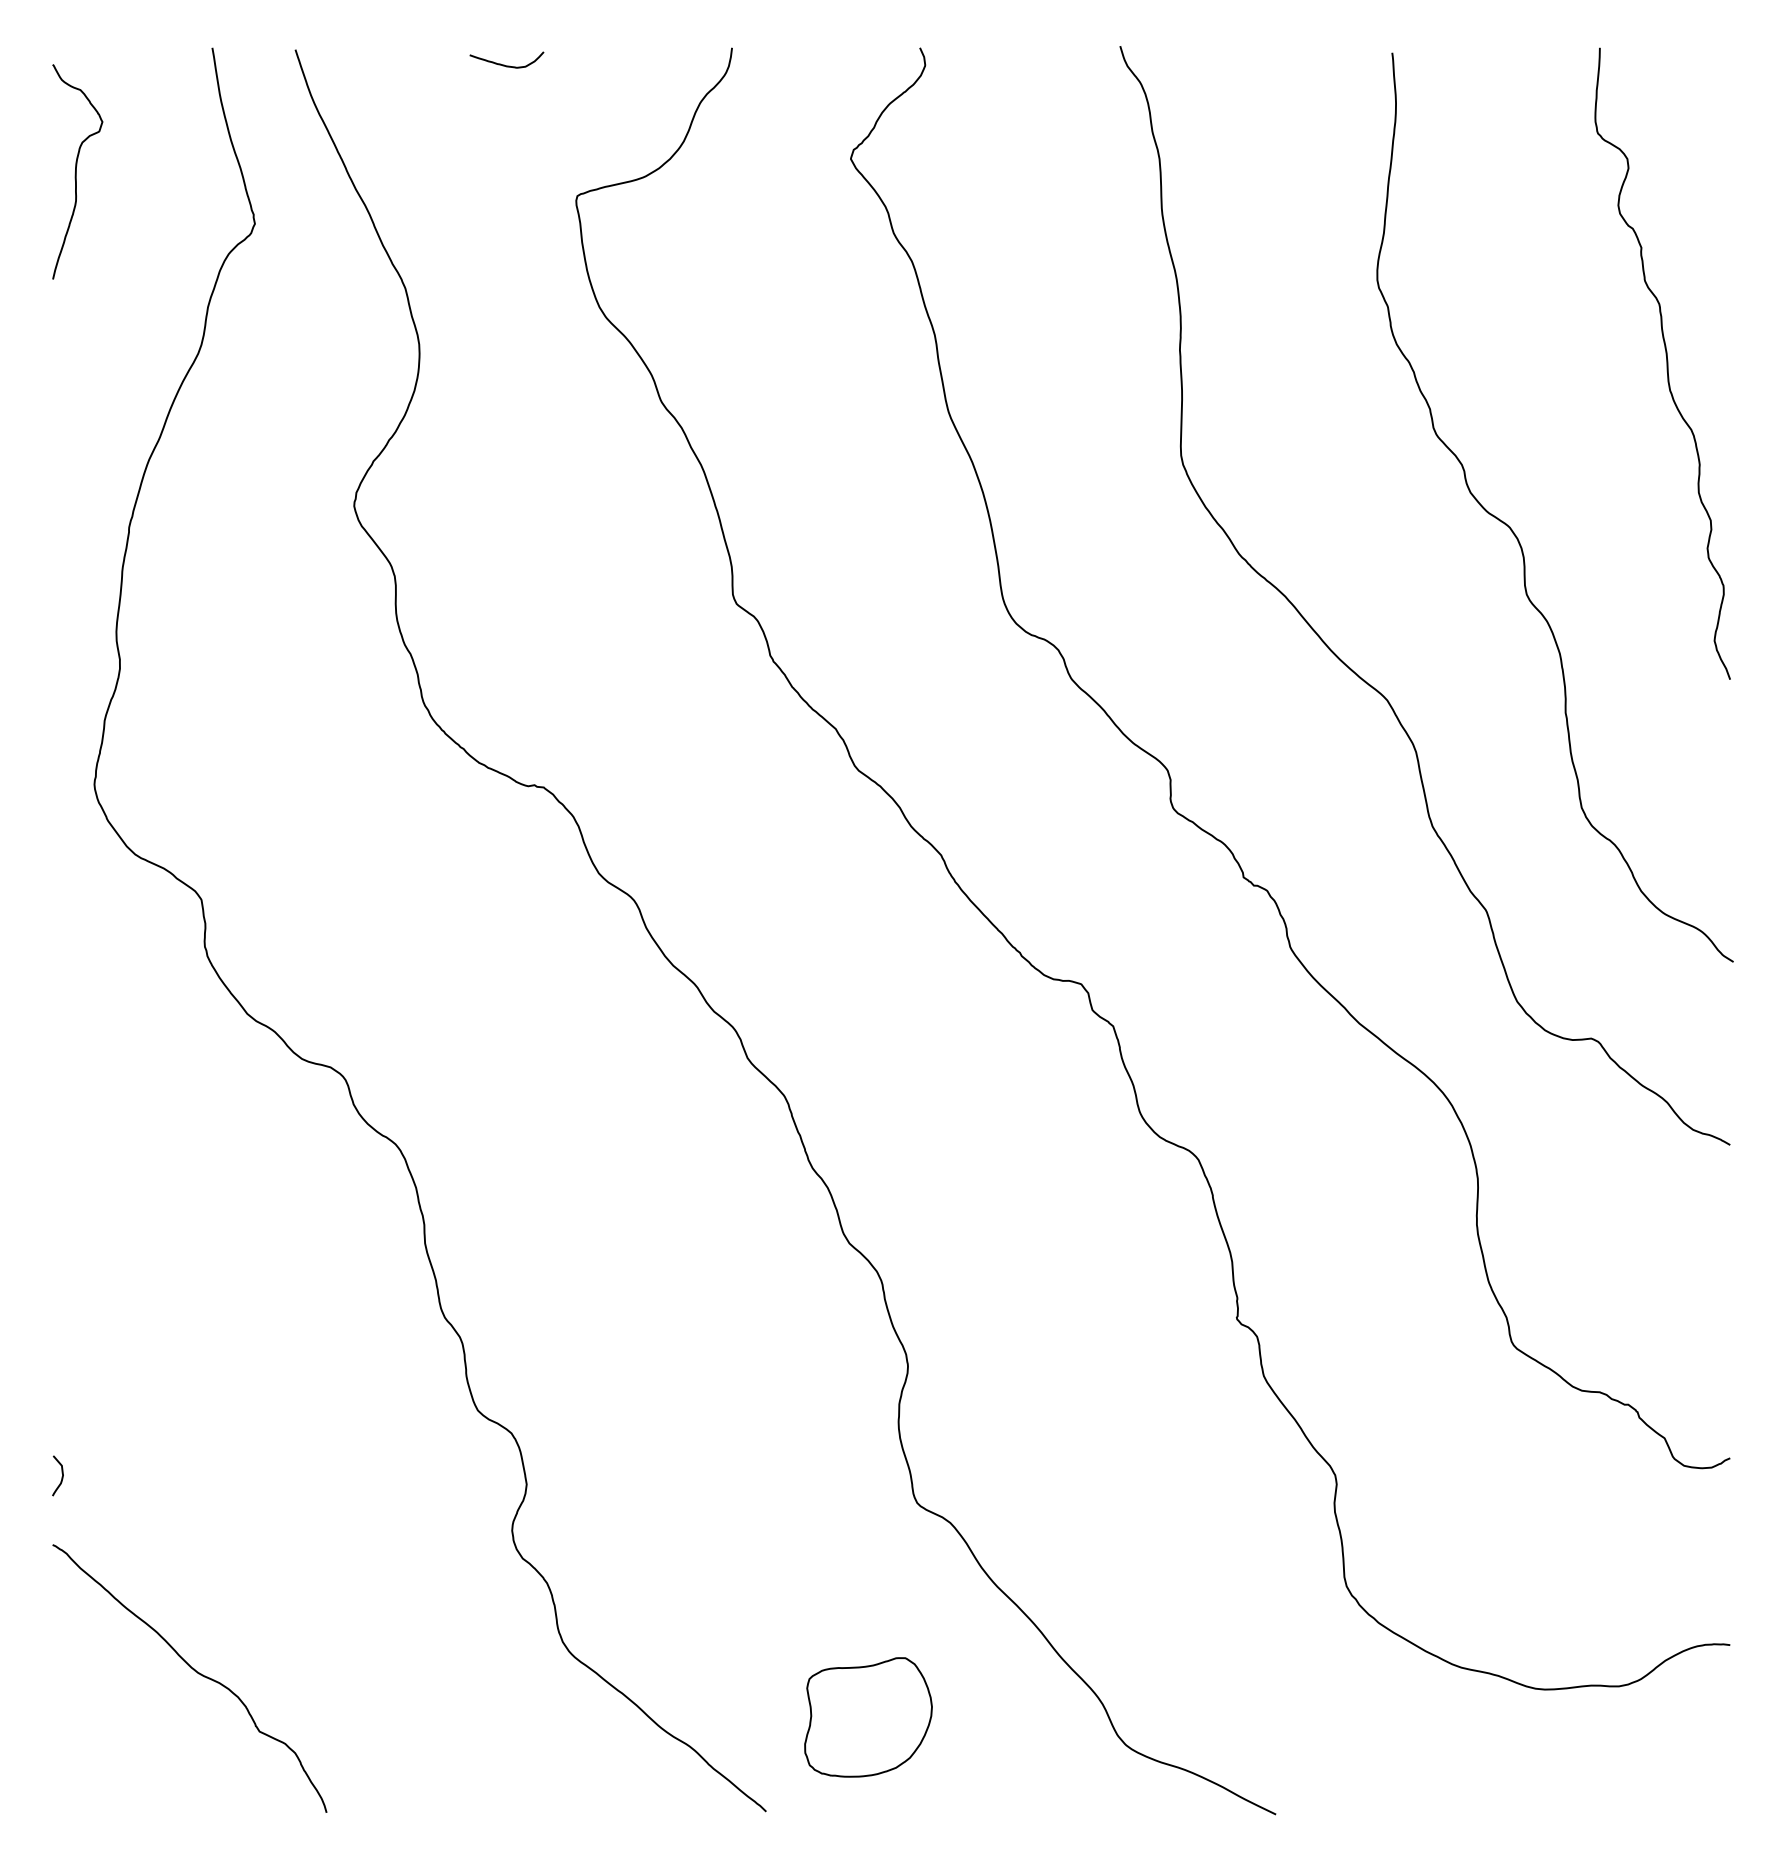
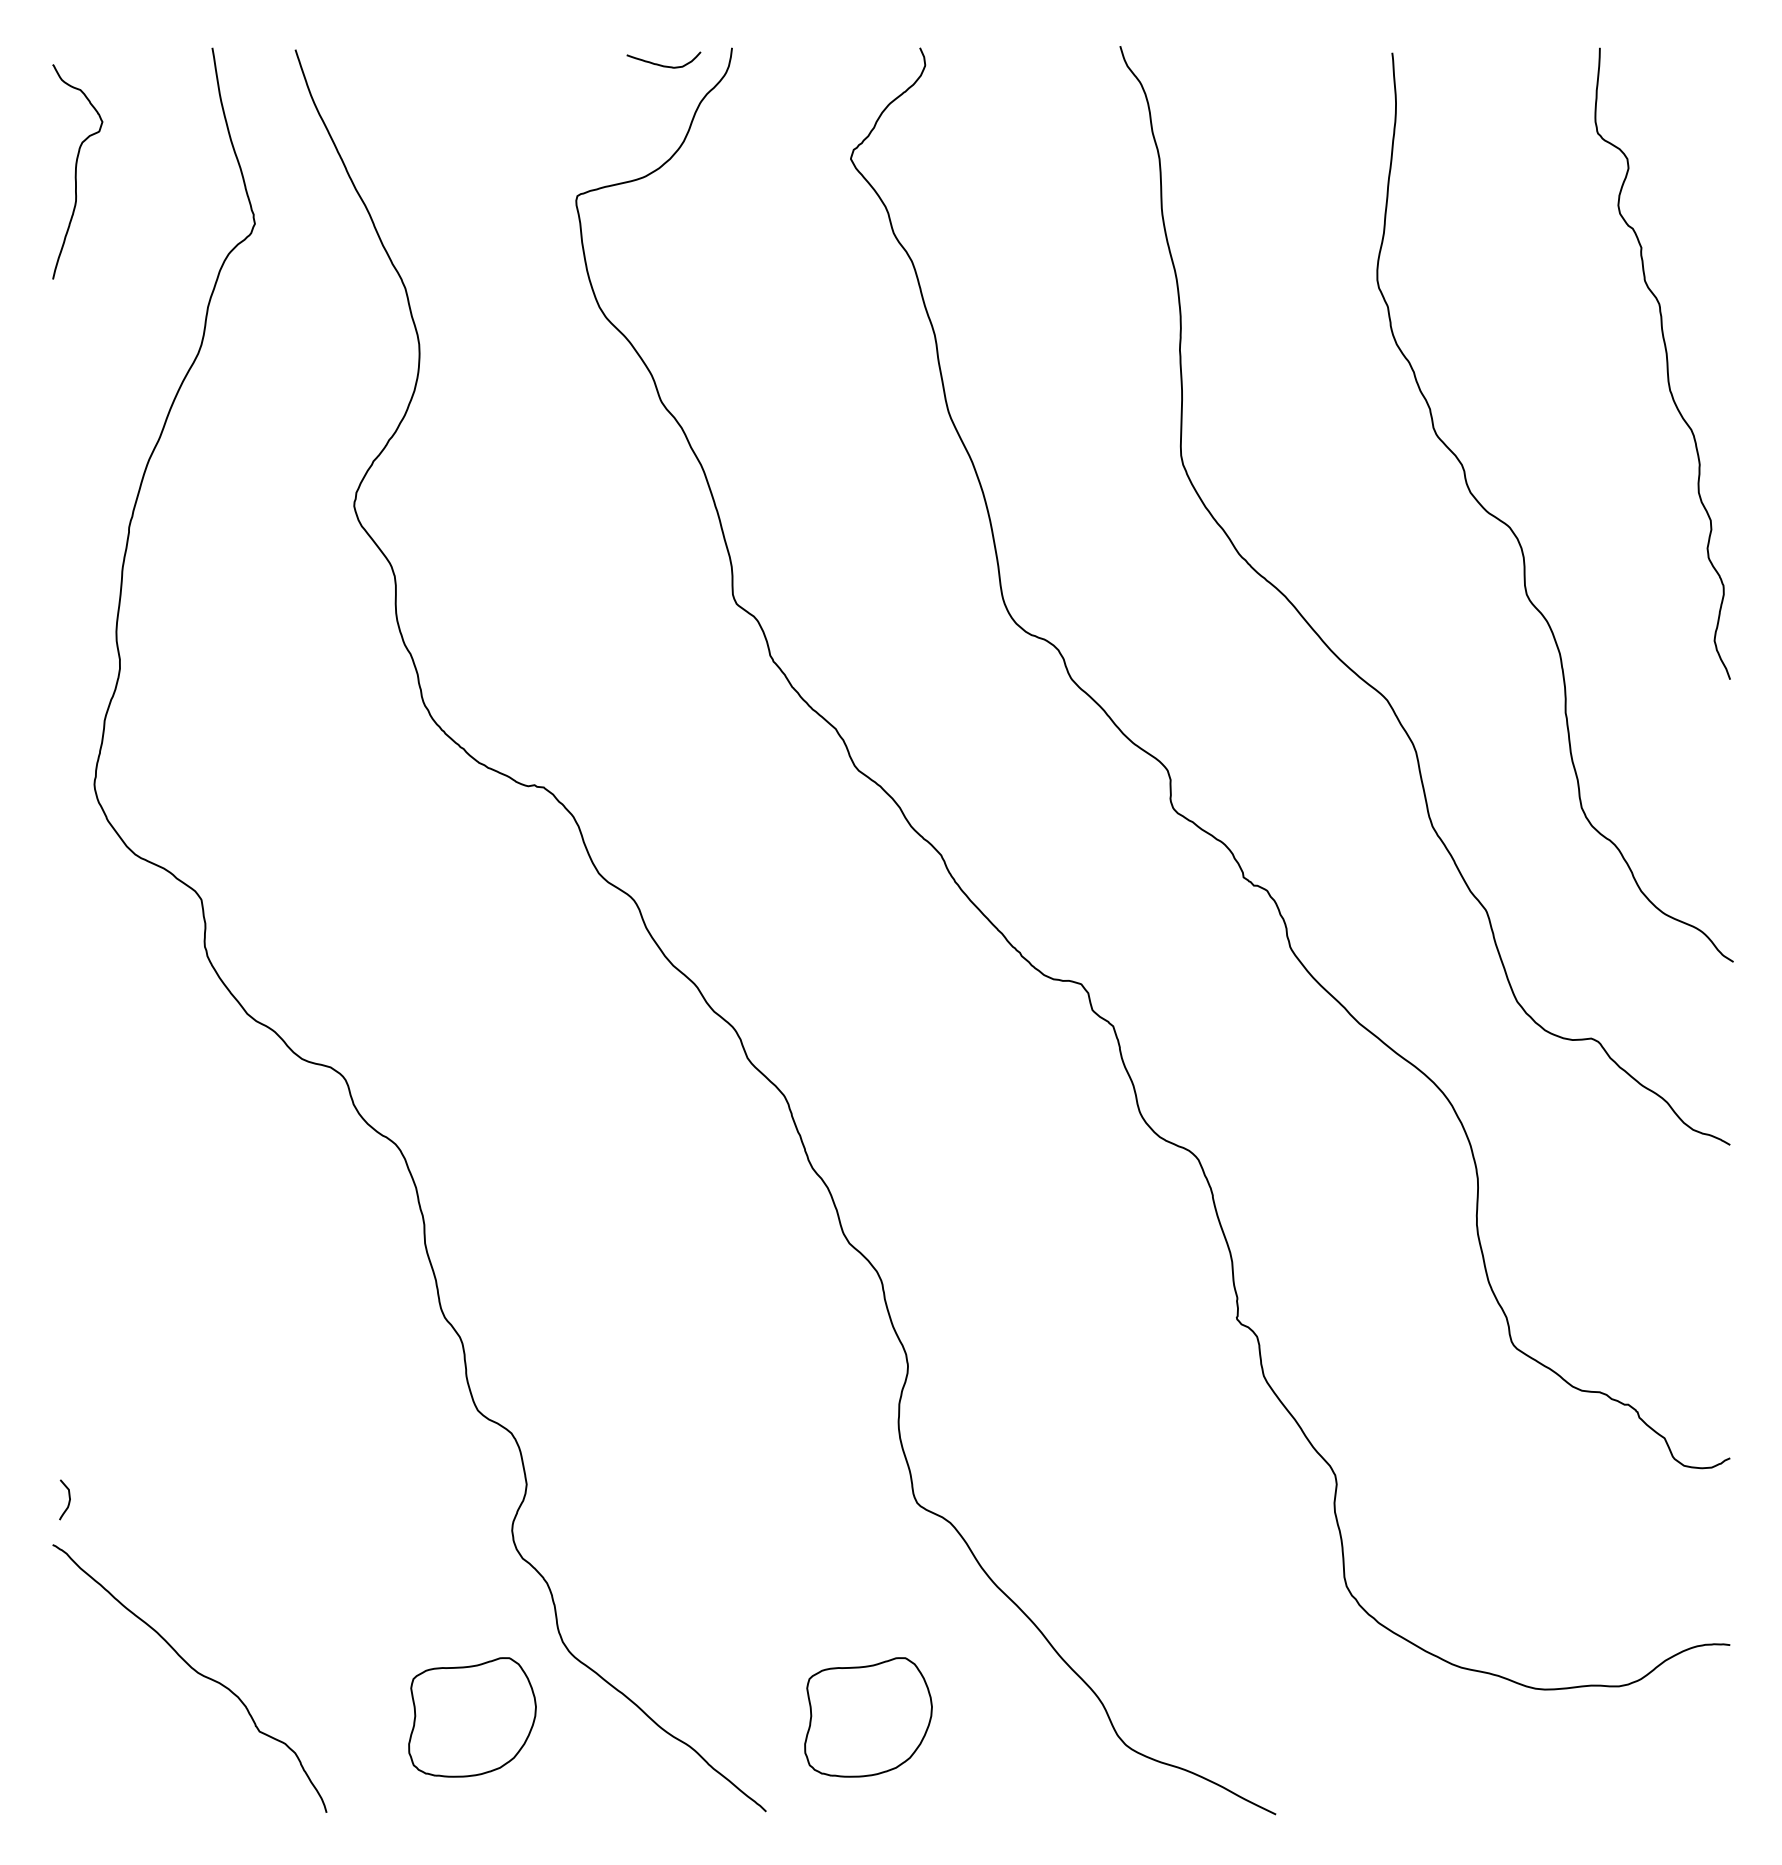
curve at (504, 64) position: (504, 64) -> (661, 64)
curve at (61, 1476) position: (61, 1476) -> (68, 1500)
part at (472, 1717): none -> present
